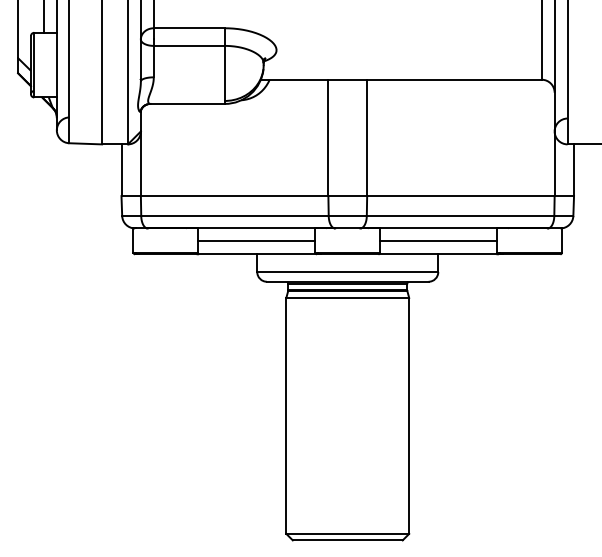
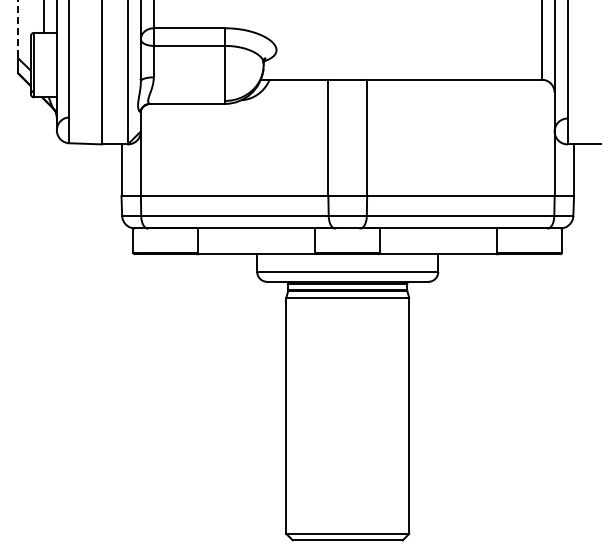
line at (18, 29): solid -> dashed
line at (256, 241): present -> none
line at (438, 241): present -> none
